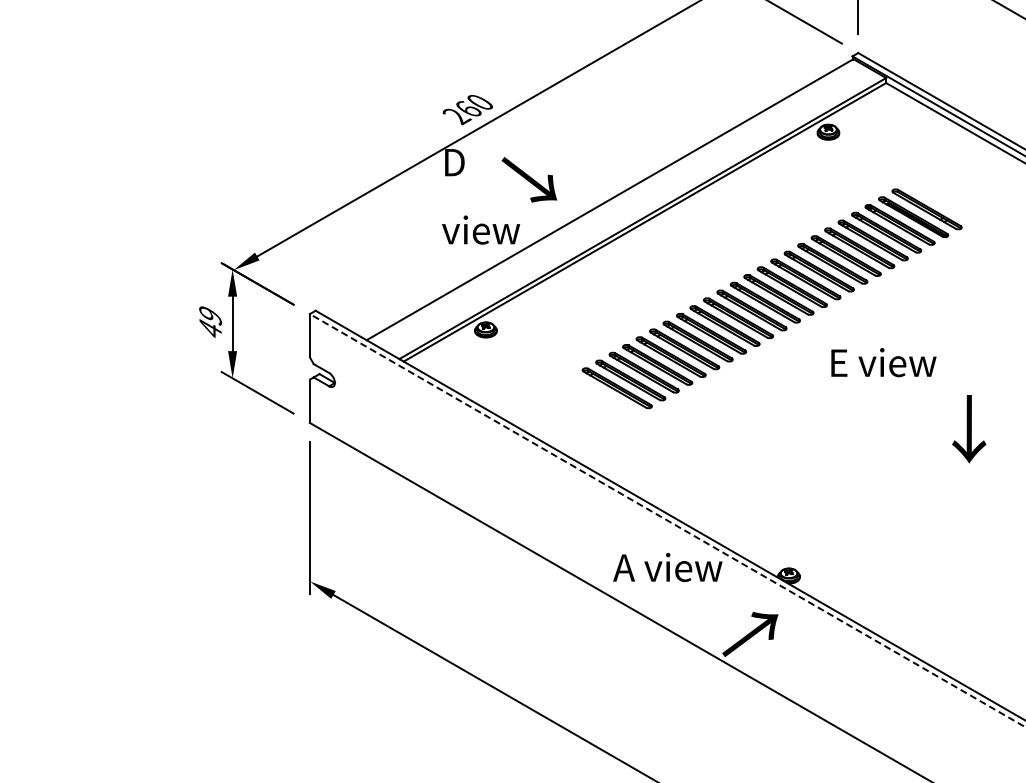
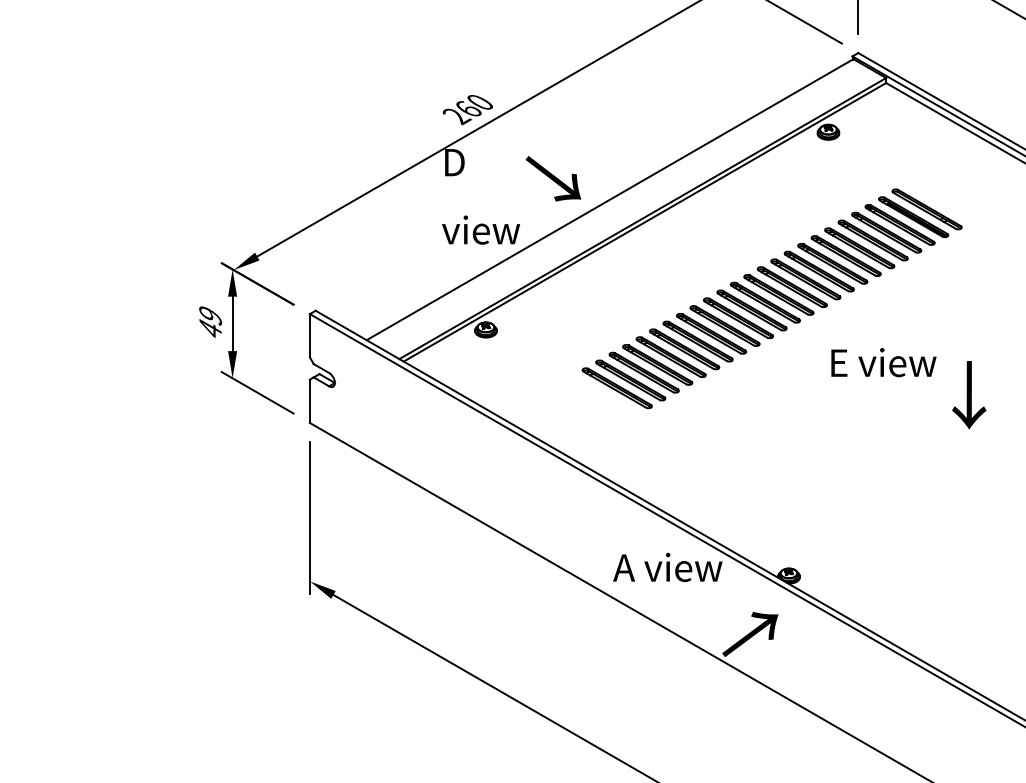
text at (529, 179) position: (529, 179) -> (553, 178)
text at (969, 429) position: (969, 429) -> (969, 395)
line at (667, 520): dashed -> solid
